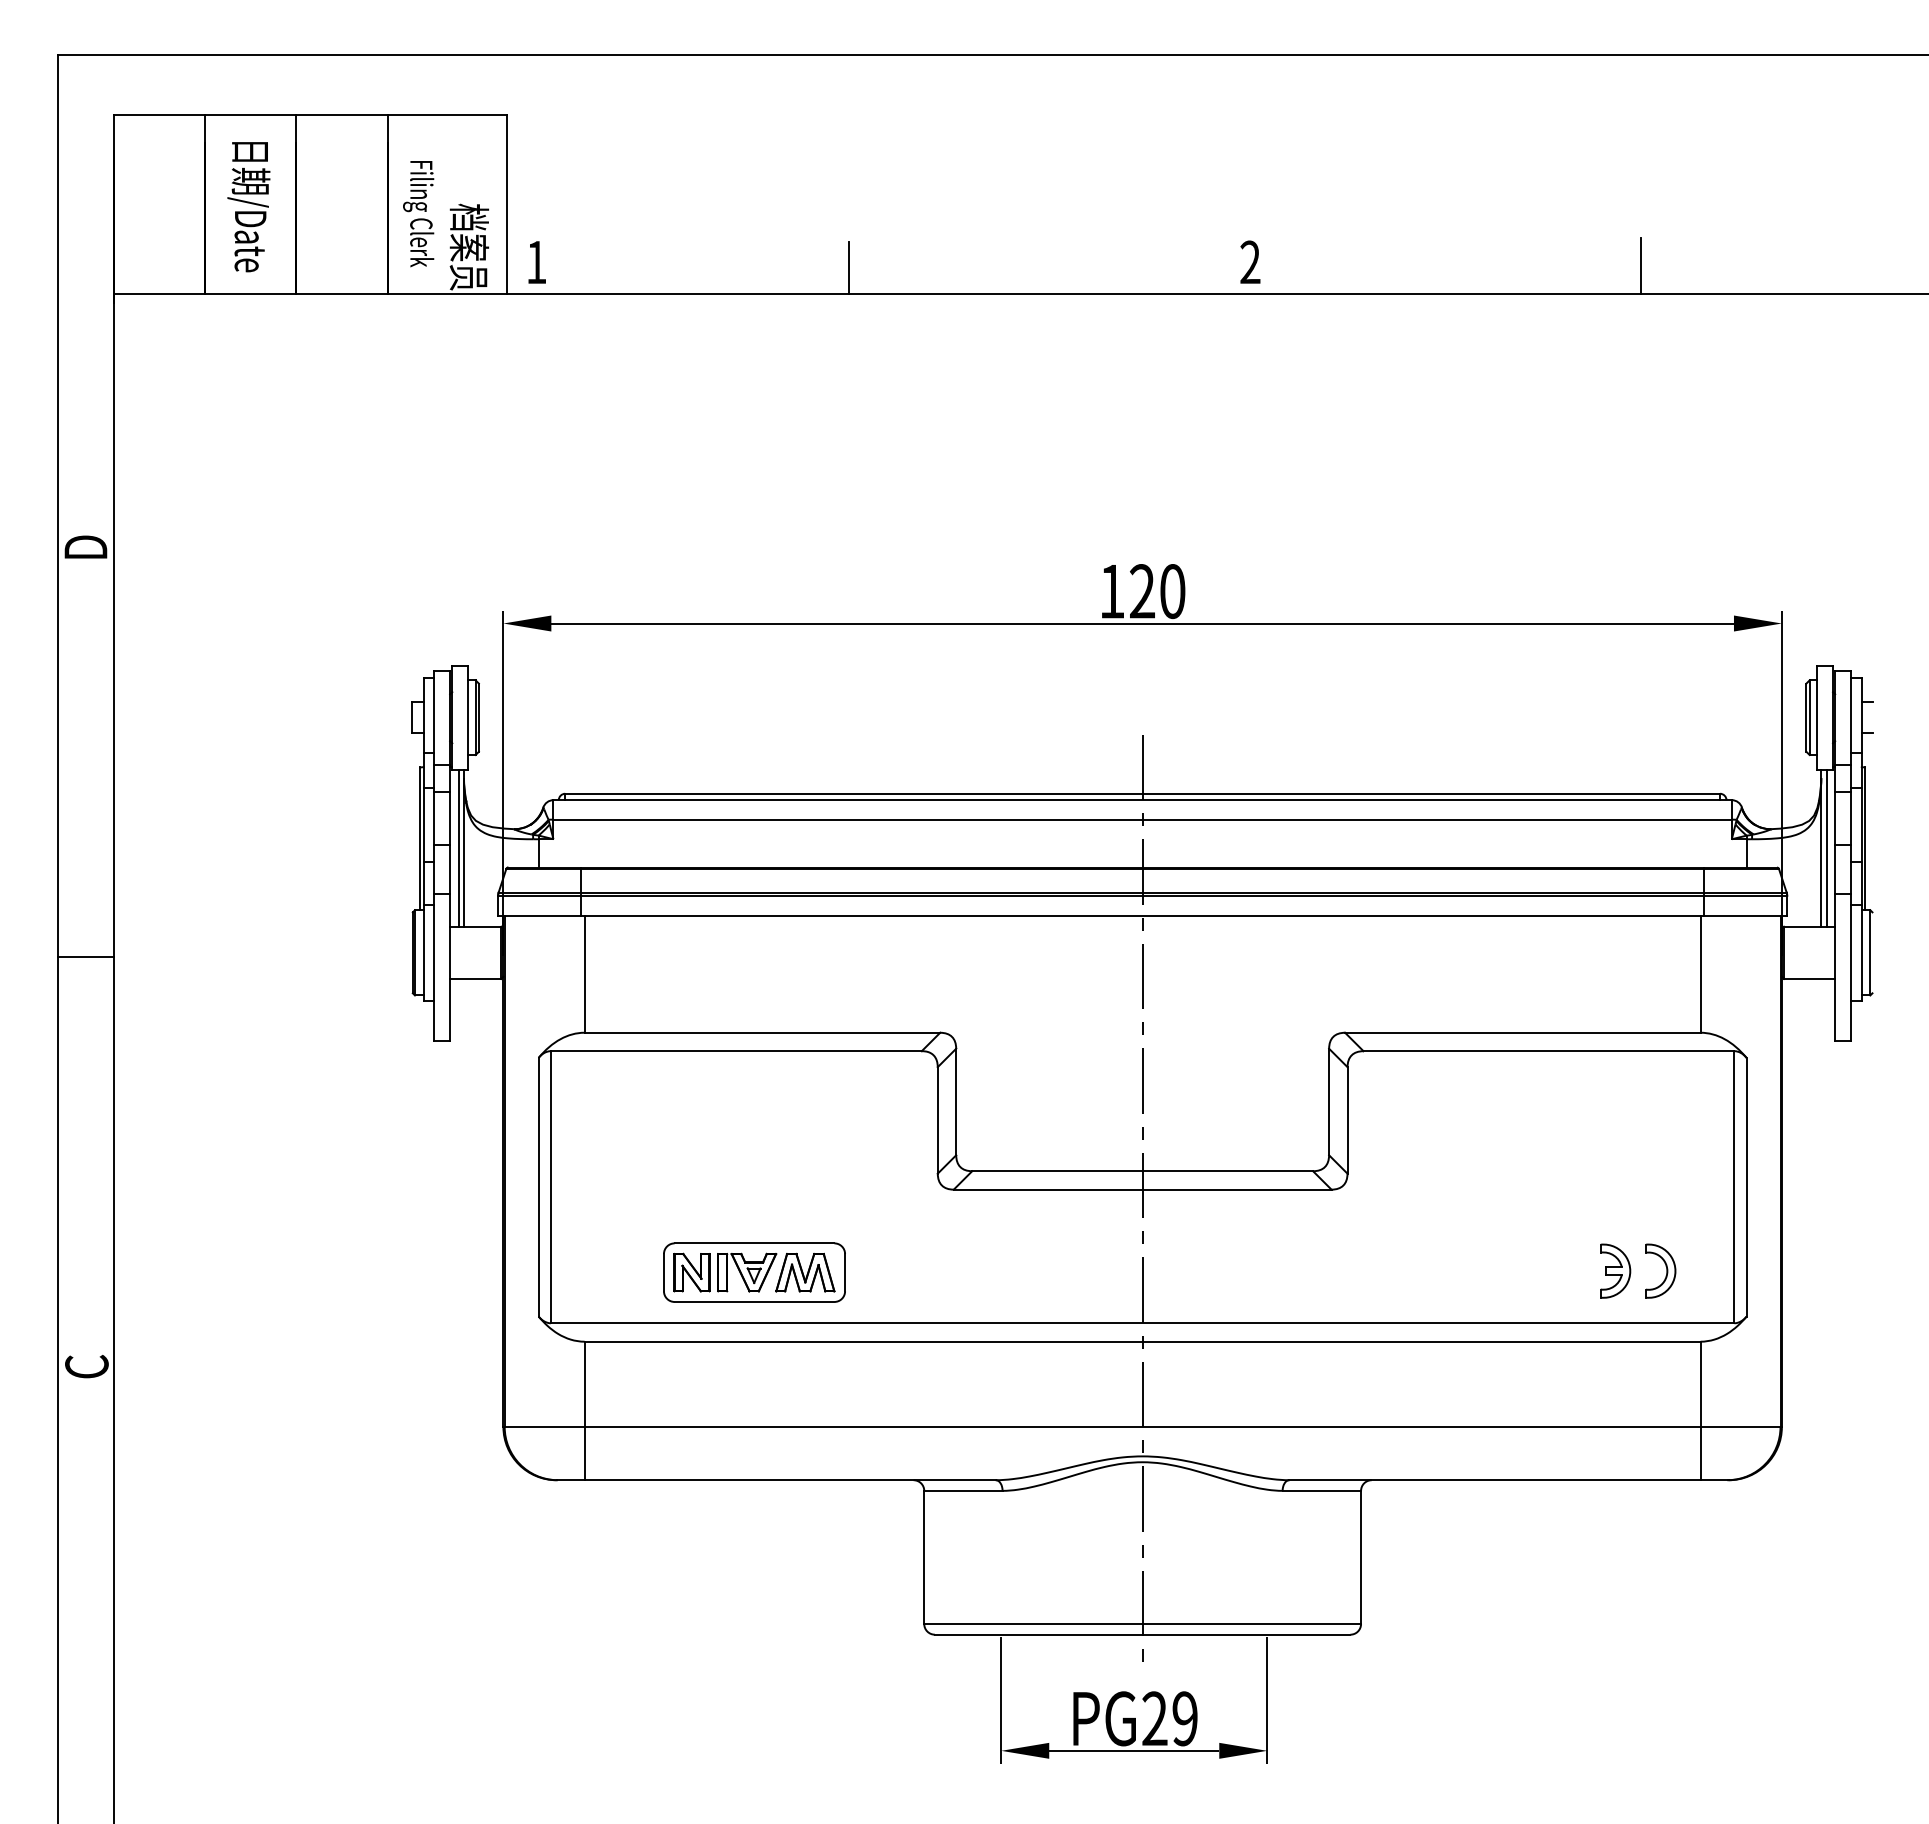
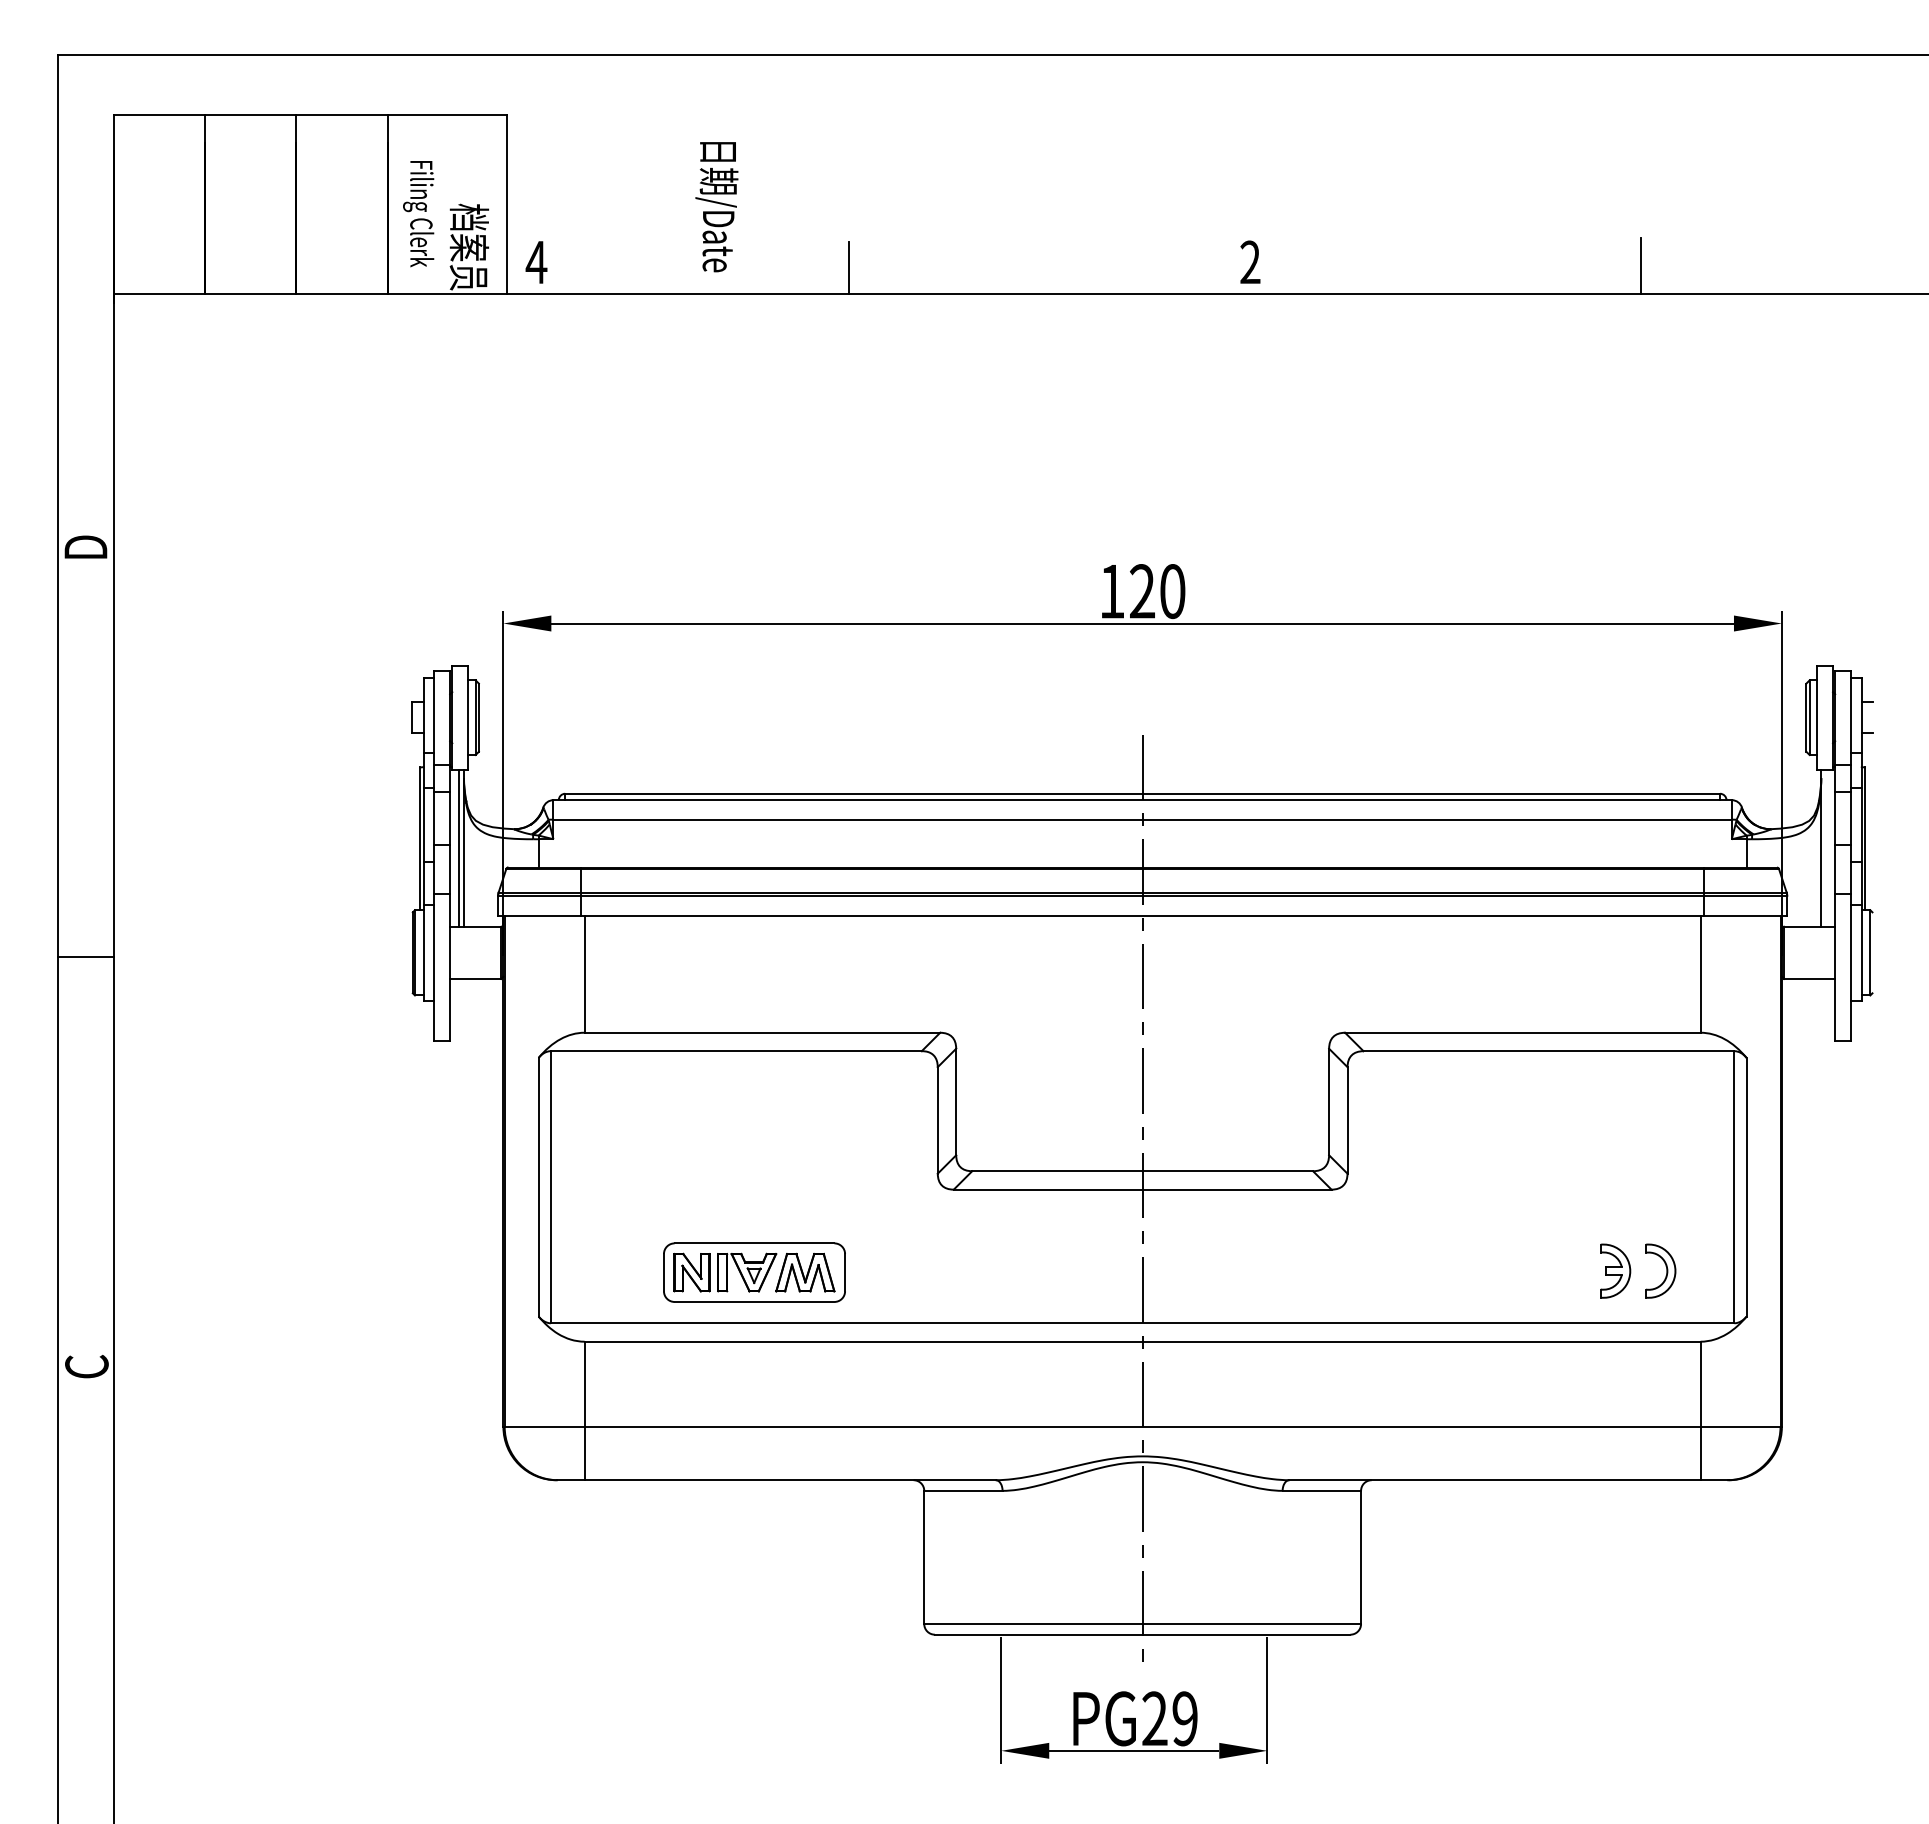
text at (248, 207) position: (248, 207) -> (716, 207)
text at (536, 262): 1 -> 4
line at (1826, 847): present -> none
